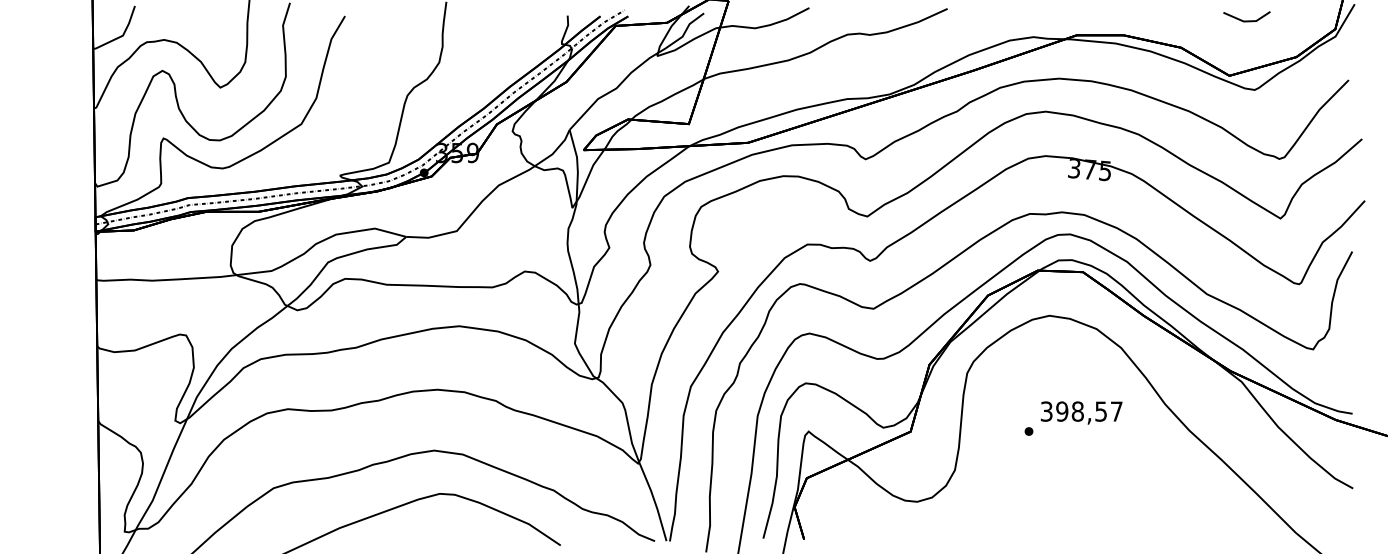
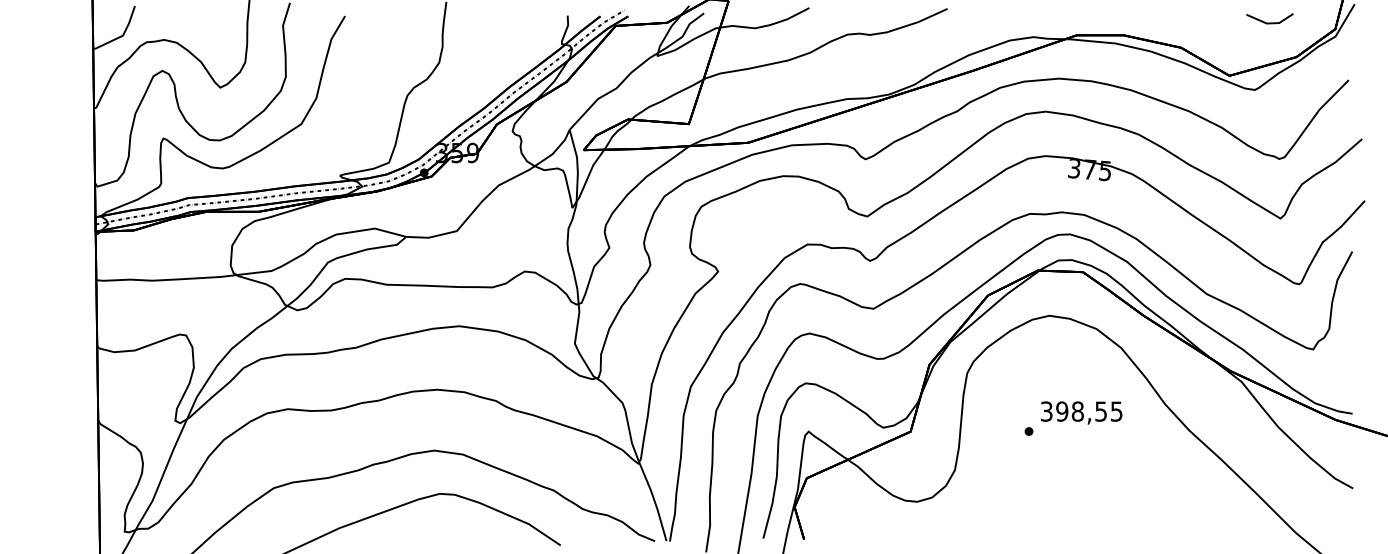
line at (1246, 20) position: (1246, 20) -> (1269, 22)
text at (1116, 411): 398,57 -> 398,55
